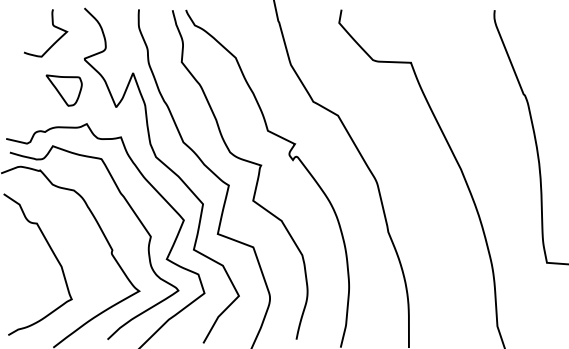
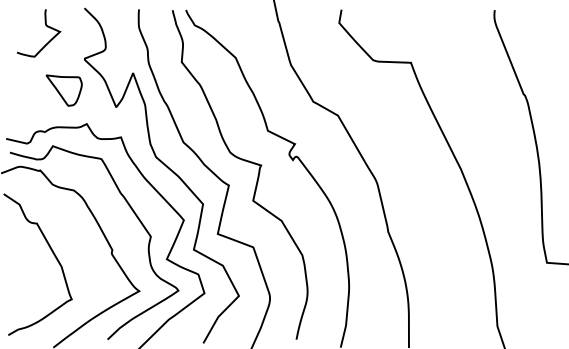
curve at (53, 26) position: (53, 26) -> (46, 26)
